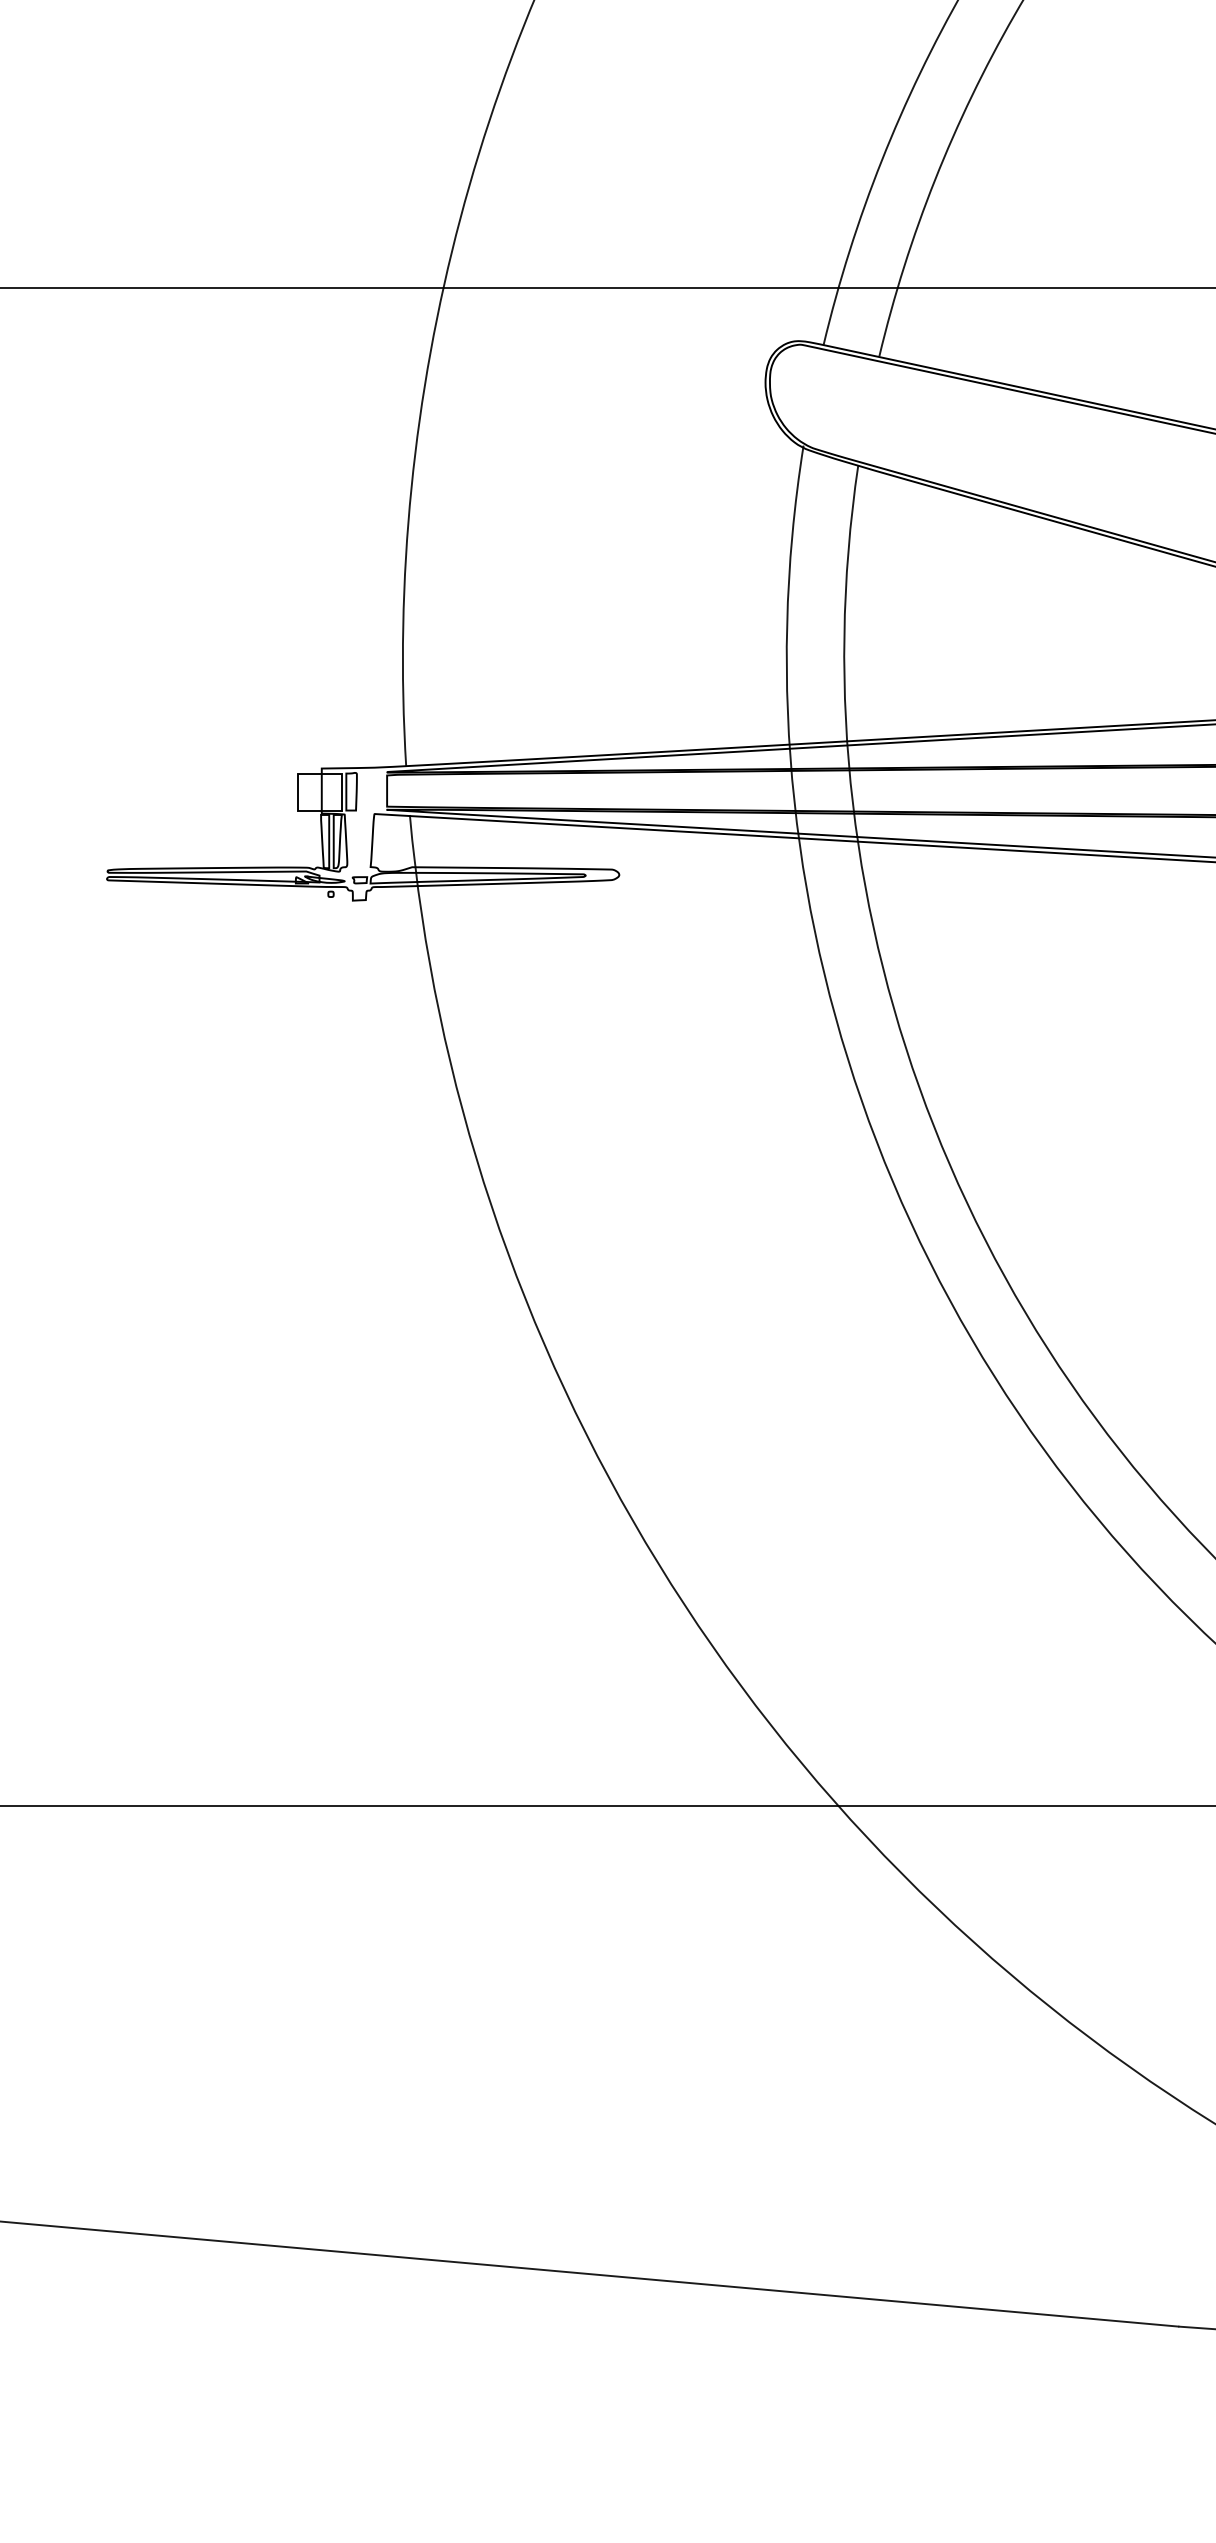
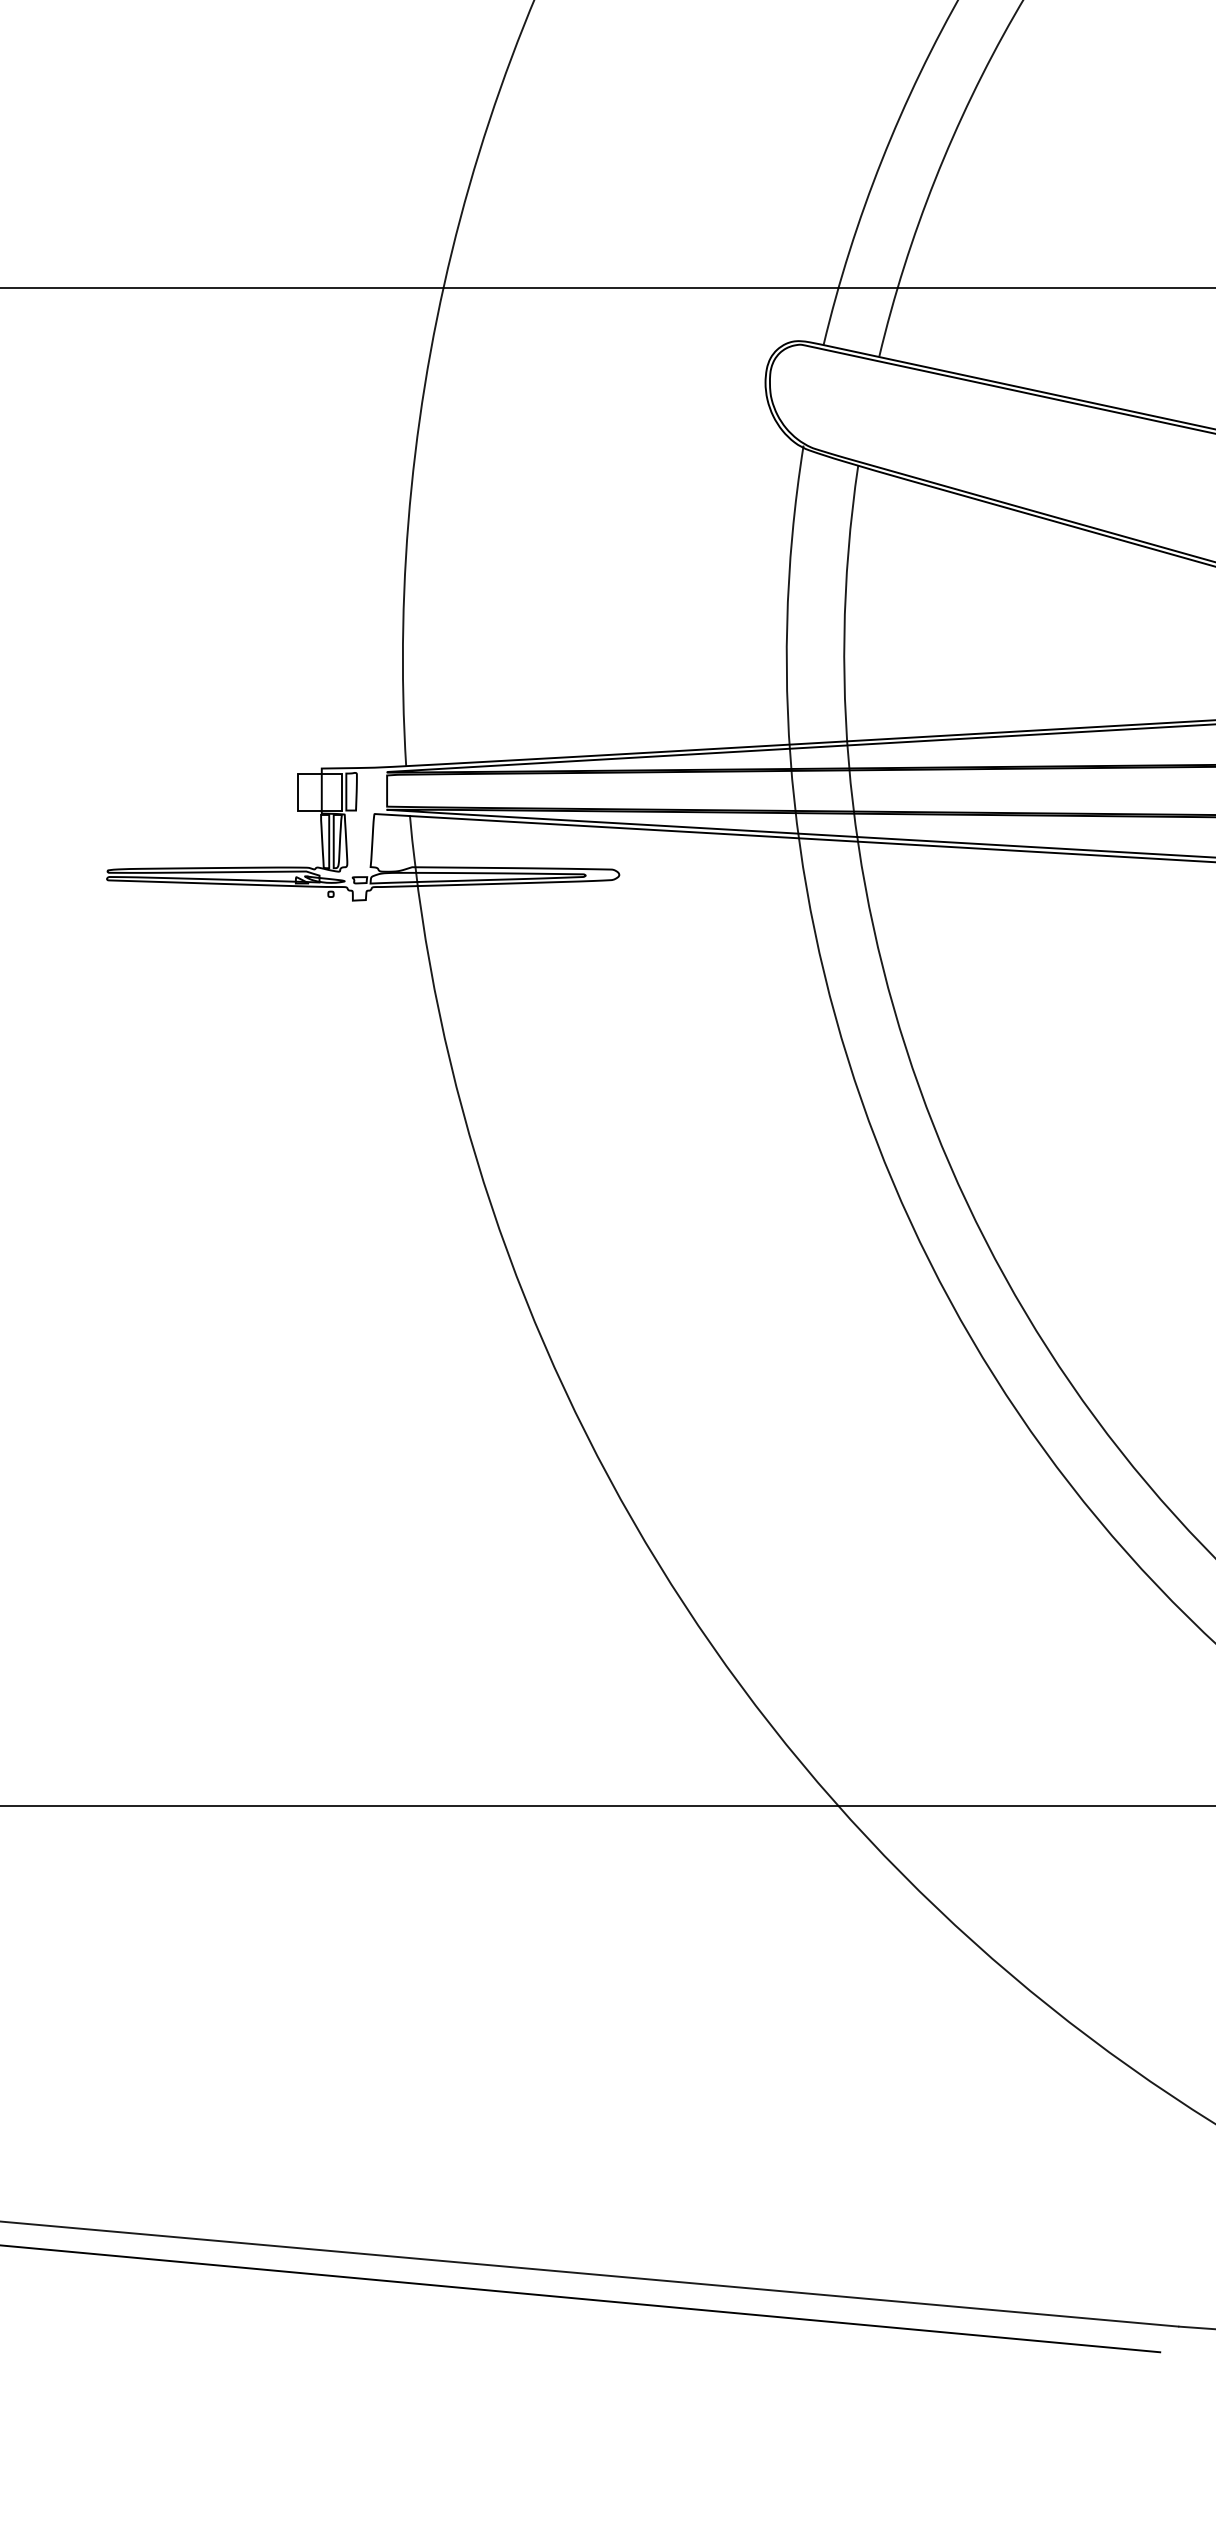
line at (581, 2298): none -> present
